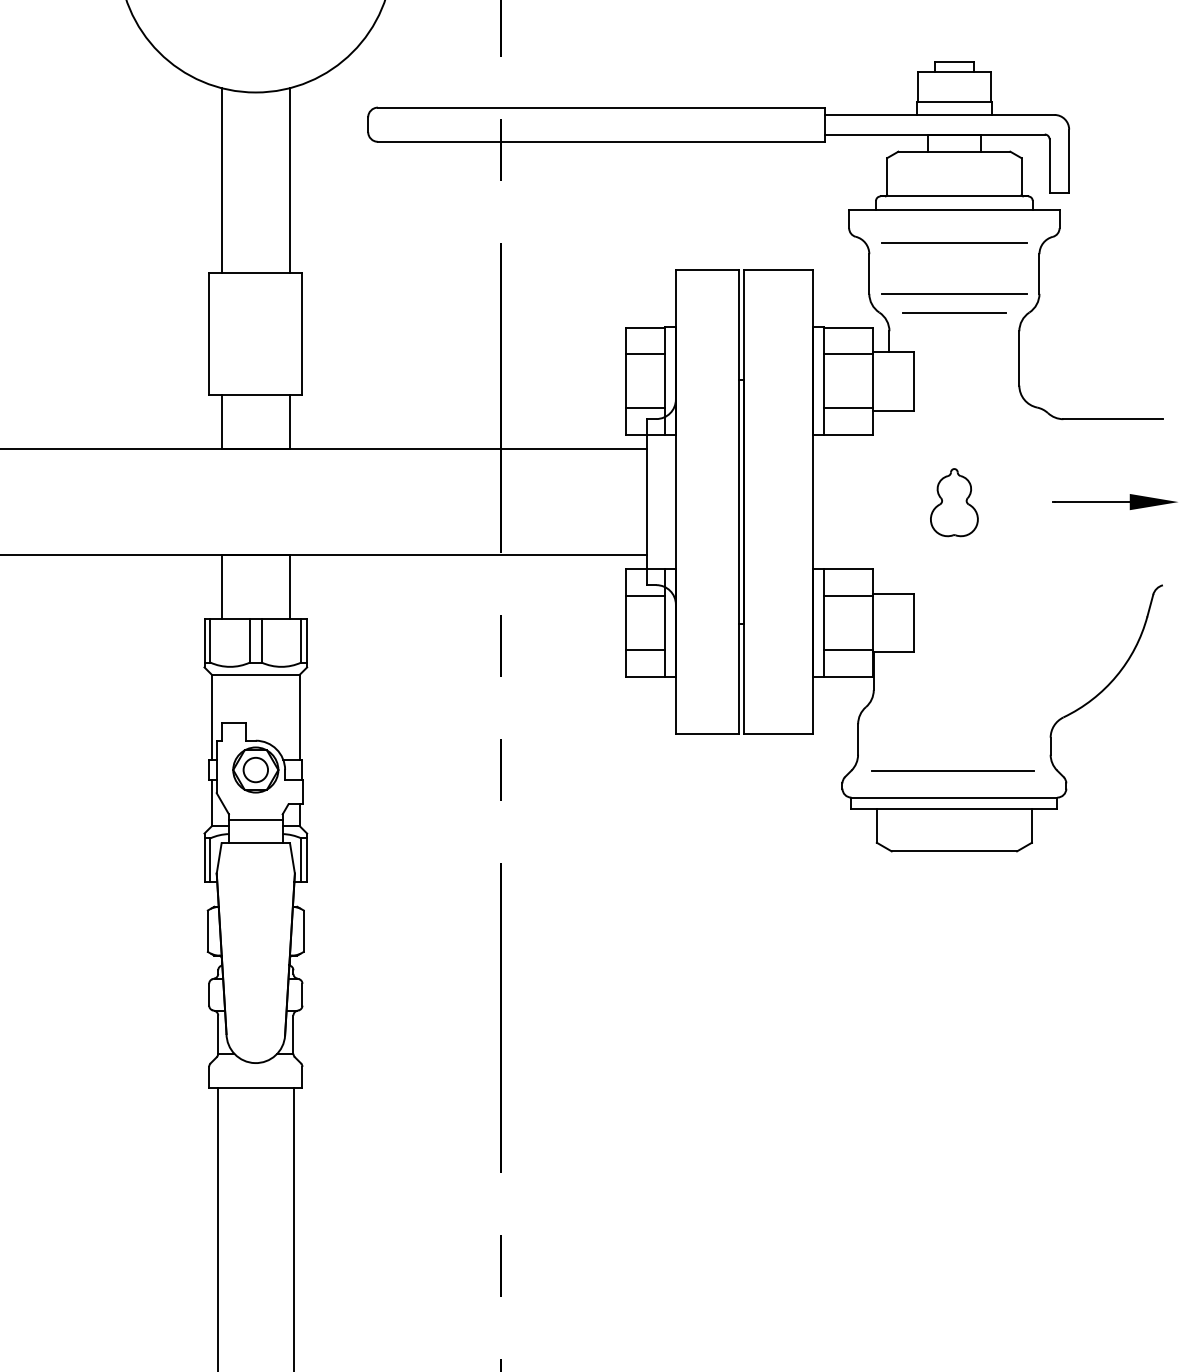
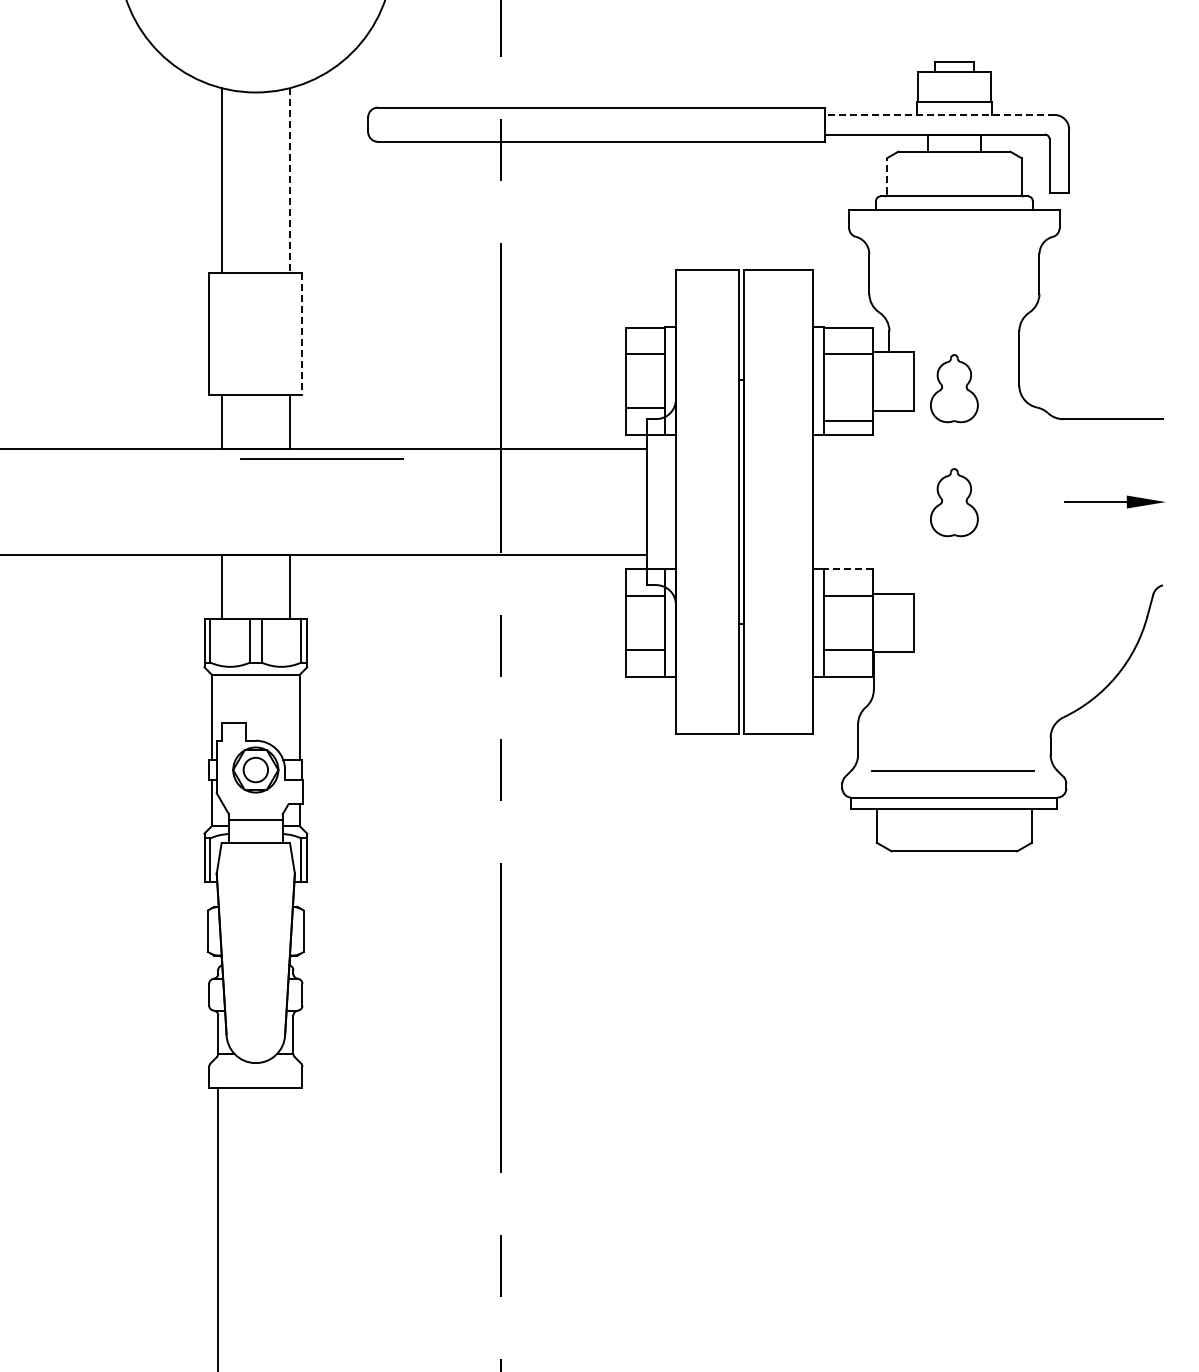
line at (939, 114): solid -> dashed
line at (887, 175): solid -> dashed
line at (289, 181): solid -> dashed
line at (954, 242): present -> none
line at (954, 293): present -> none
line at (953, 312): present -> none
line at (302, 334): solid -> dashed
part at (954, 388): none -> present
line at (847, 407) position: (847, 407) -> (847, 420)
line at (321, 458): none -> present
part at (1114, 501) size: 126x16 px -> 102x14 px
line at (847, 569): solid -> dashed
line at (293, 1227): present -> none
